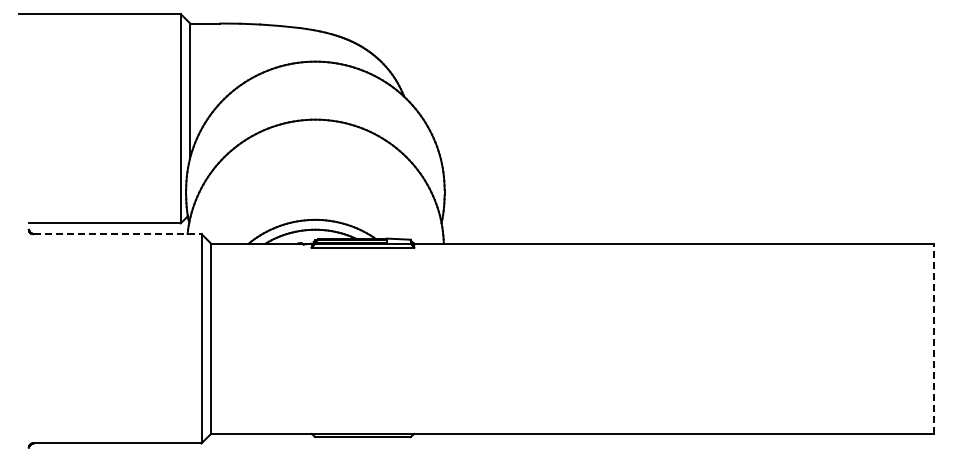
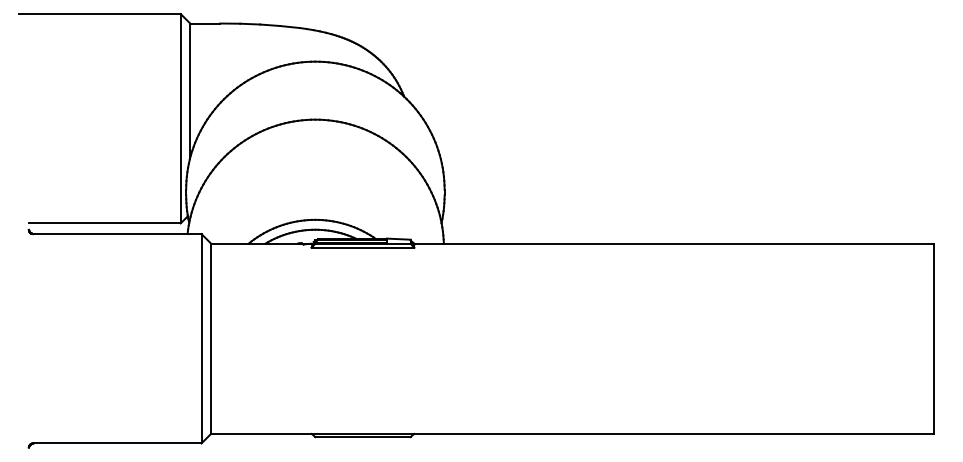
line at (117, 234): dashed -> solid
line at (934, 338): dashed -> solid
